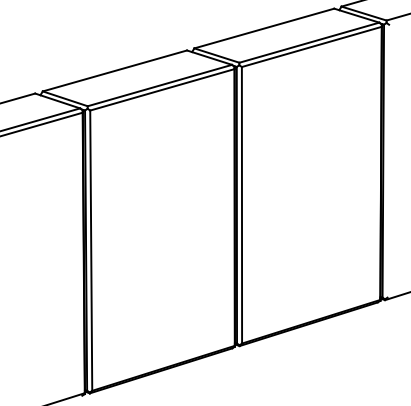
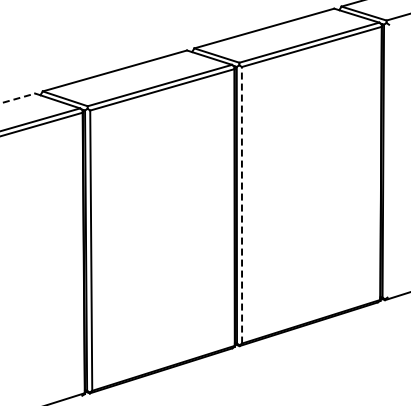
line at (17, 98): solid -> dashed
line at (241, 204): solid -> dashed
